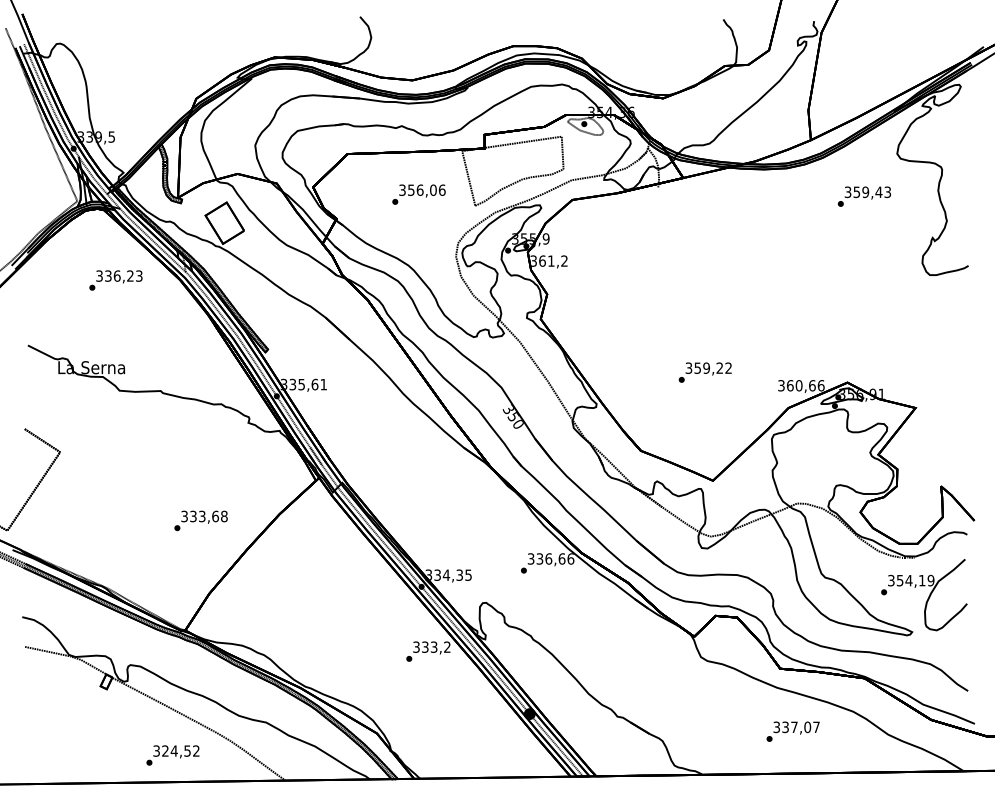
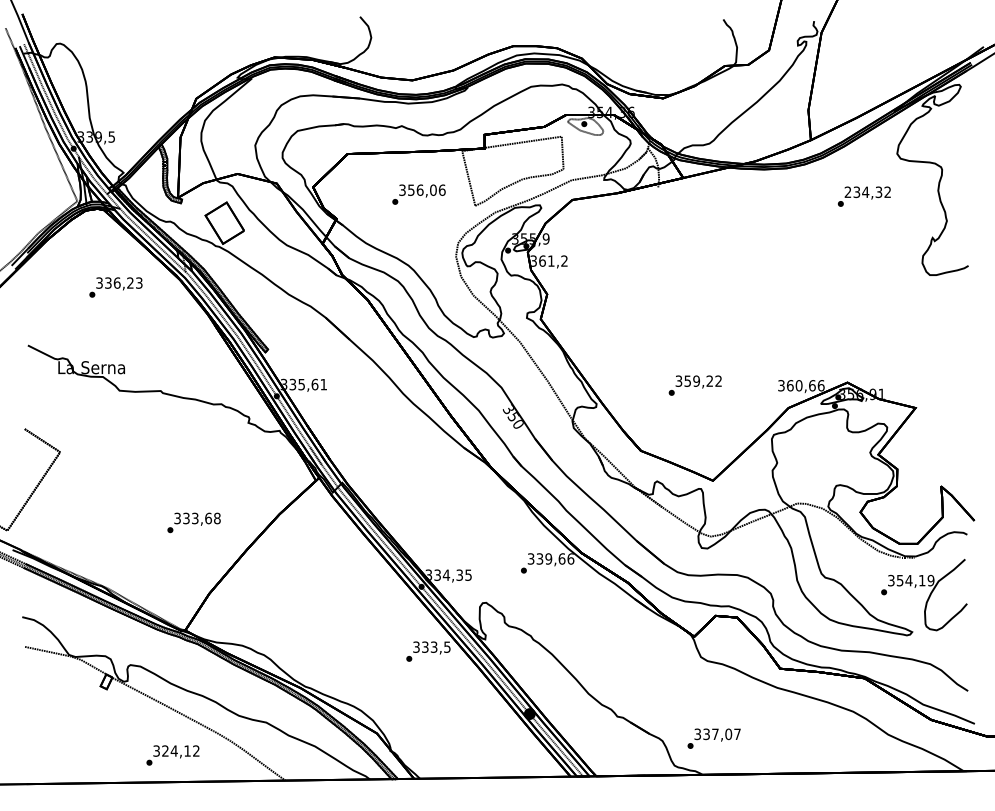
text at (867, 192): 359,43 -> 234,32
text at (115, 280) position: (115, 280) -> (115, 287)
text at (704, 372) position: (704, 372) -> (694, 385)
text at (200, 520) position: (200, 520) -> (193, 522)
text at (548, 558): 336,66 -> 339,66
text at (447, 646): 333,2 -> 333,5
text at (792, 731) position: (792, 731) -> (713, 738)
text at (187, 750): 324,52 -> 324,12
